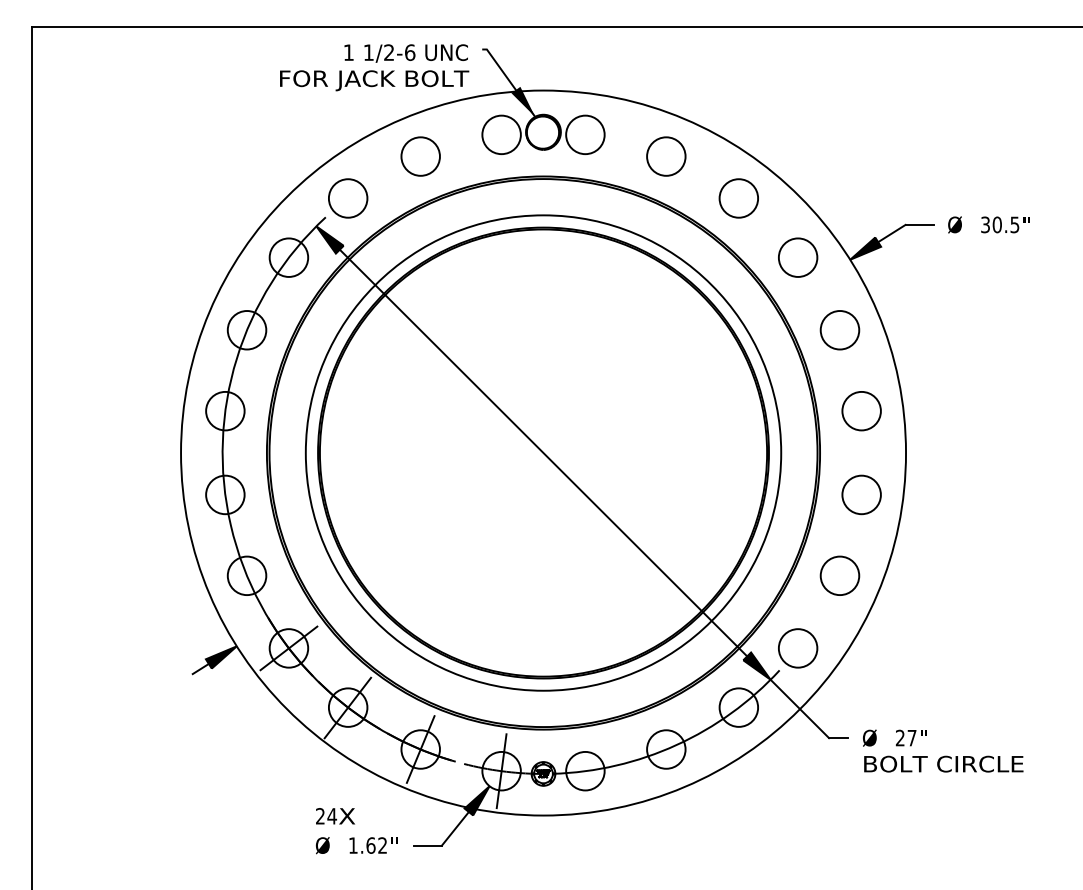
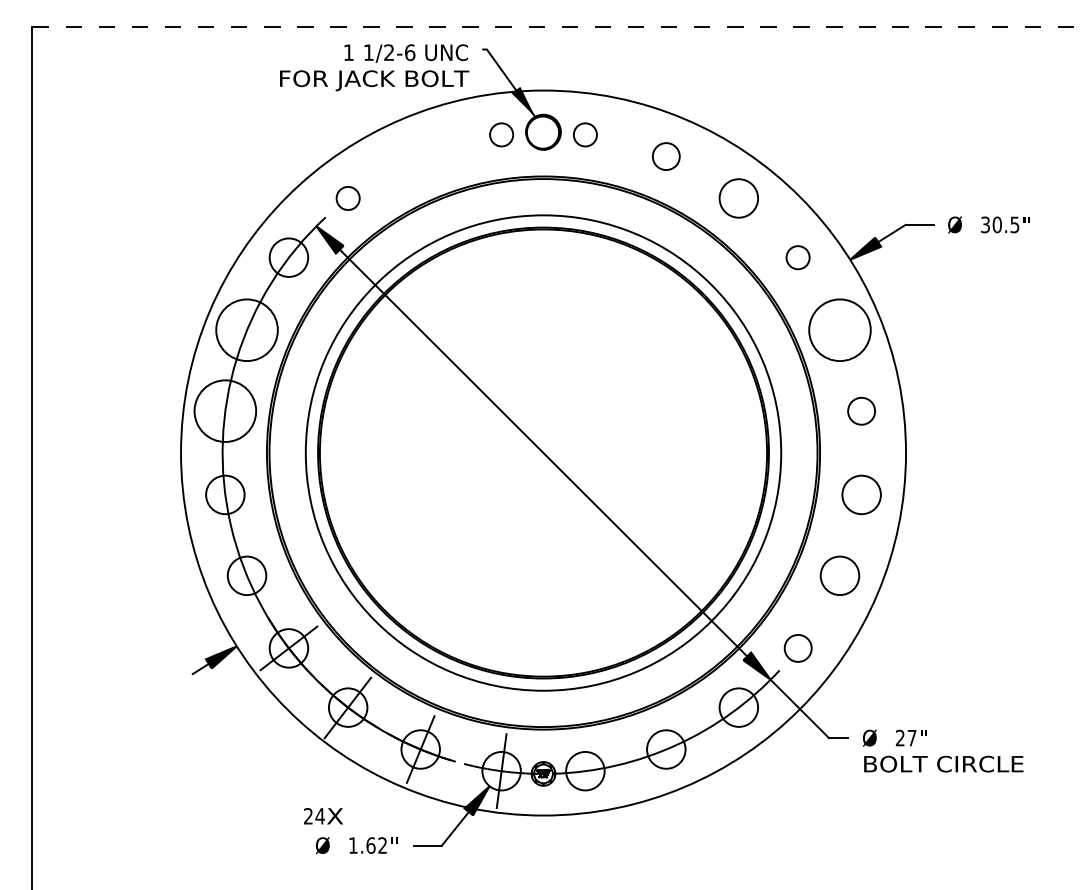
line at (557, 26): solid -> dashed
circle at (501, 134) diameter: 39 px -> 23 px
circle at (585, 134) diameter: 39 px -> 23 px
circle at (420, 156): present -> none
circle at (666, 156) diameter: 39 px -> 27 px
circle at (347, 198) diameter: 39 px -> 23 px
circle at (797, 257) diameter: 39 px -> 23 px
circle at (246, 330) diameter: 39 px -> 62 px
circle at (839, 330) diameter: 39 px -> 62 px
circle at (225, 410) diameter: 39 px -> 62 px
circle at (861, 411) size: 41x41 px -> 29x30 px
circle at (798, 648) size: 41x41 px -> 30x29 px
text at (335, 816) position: (335, 816) -> (323, 816)
